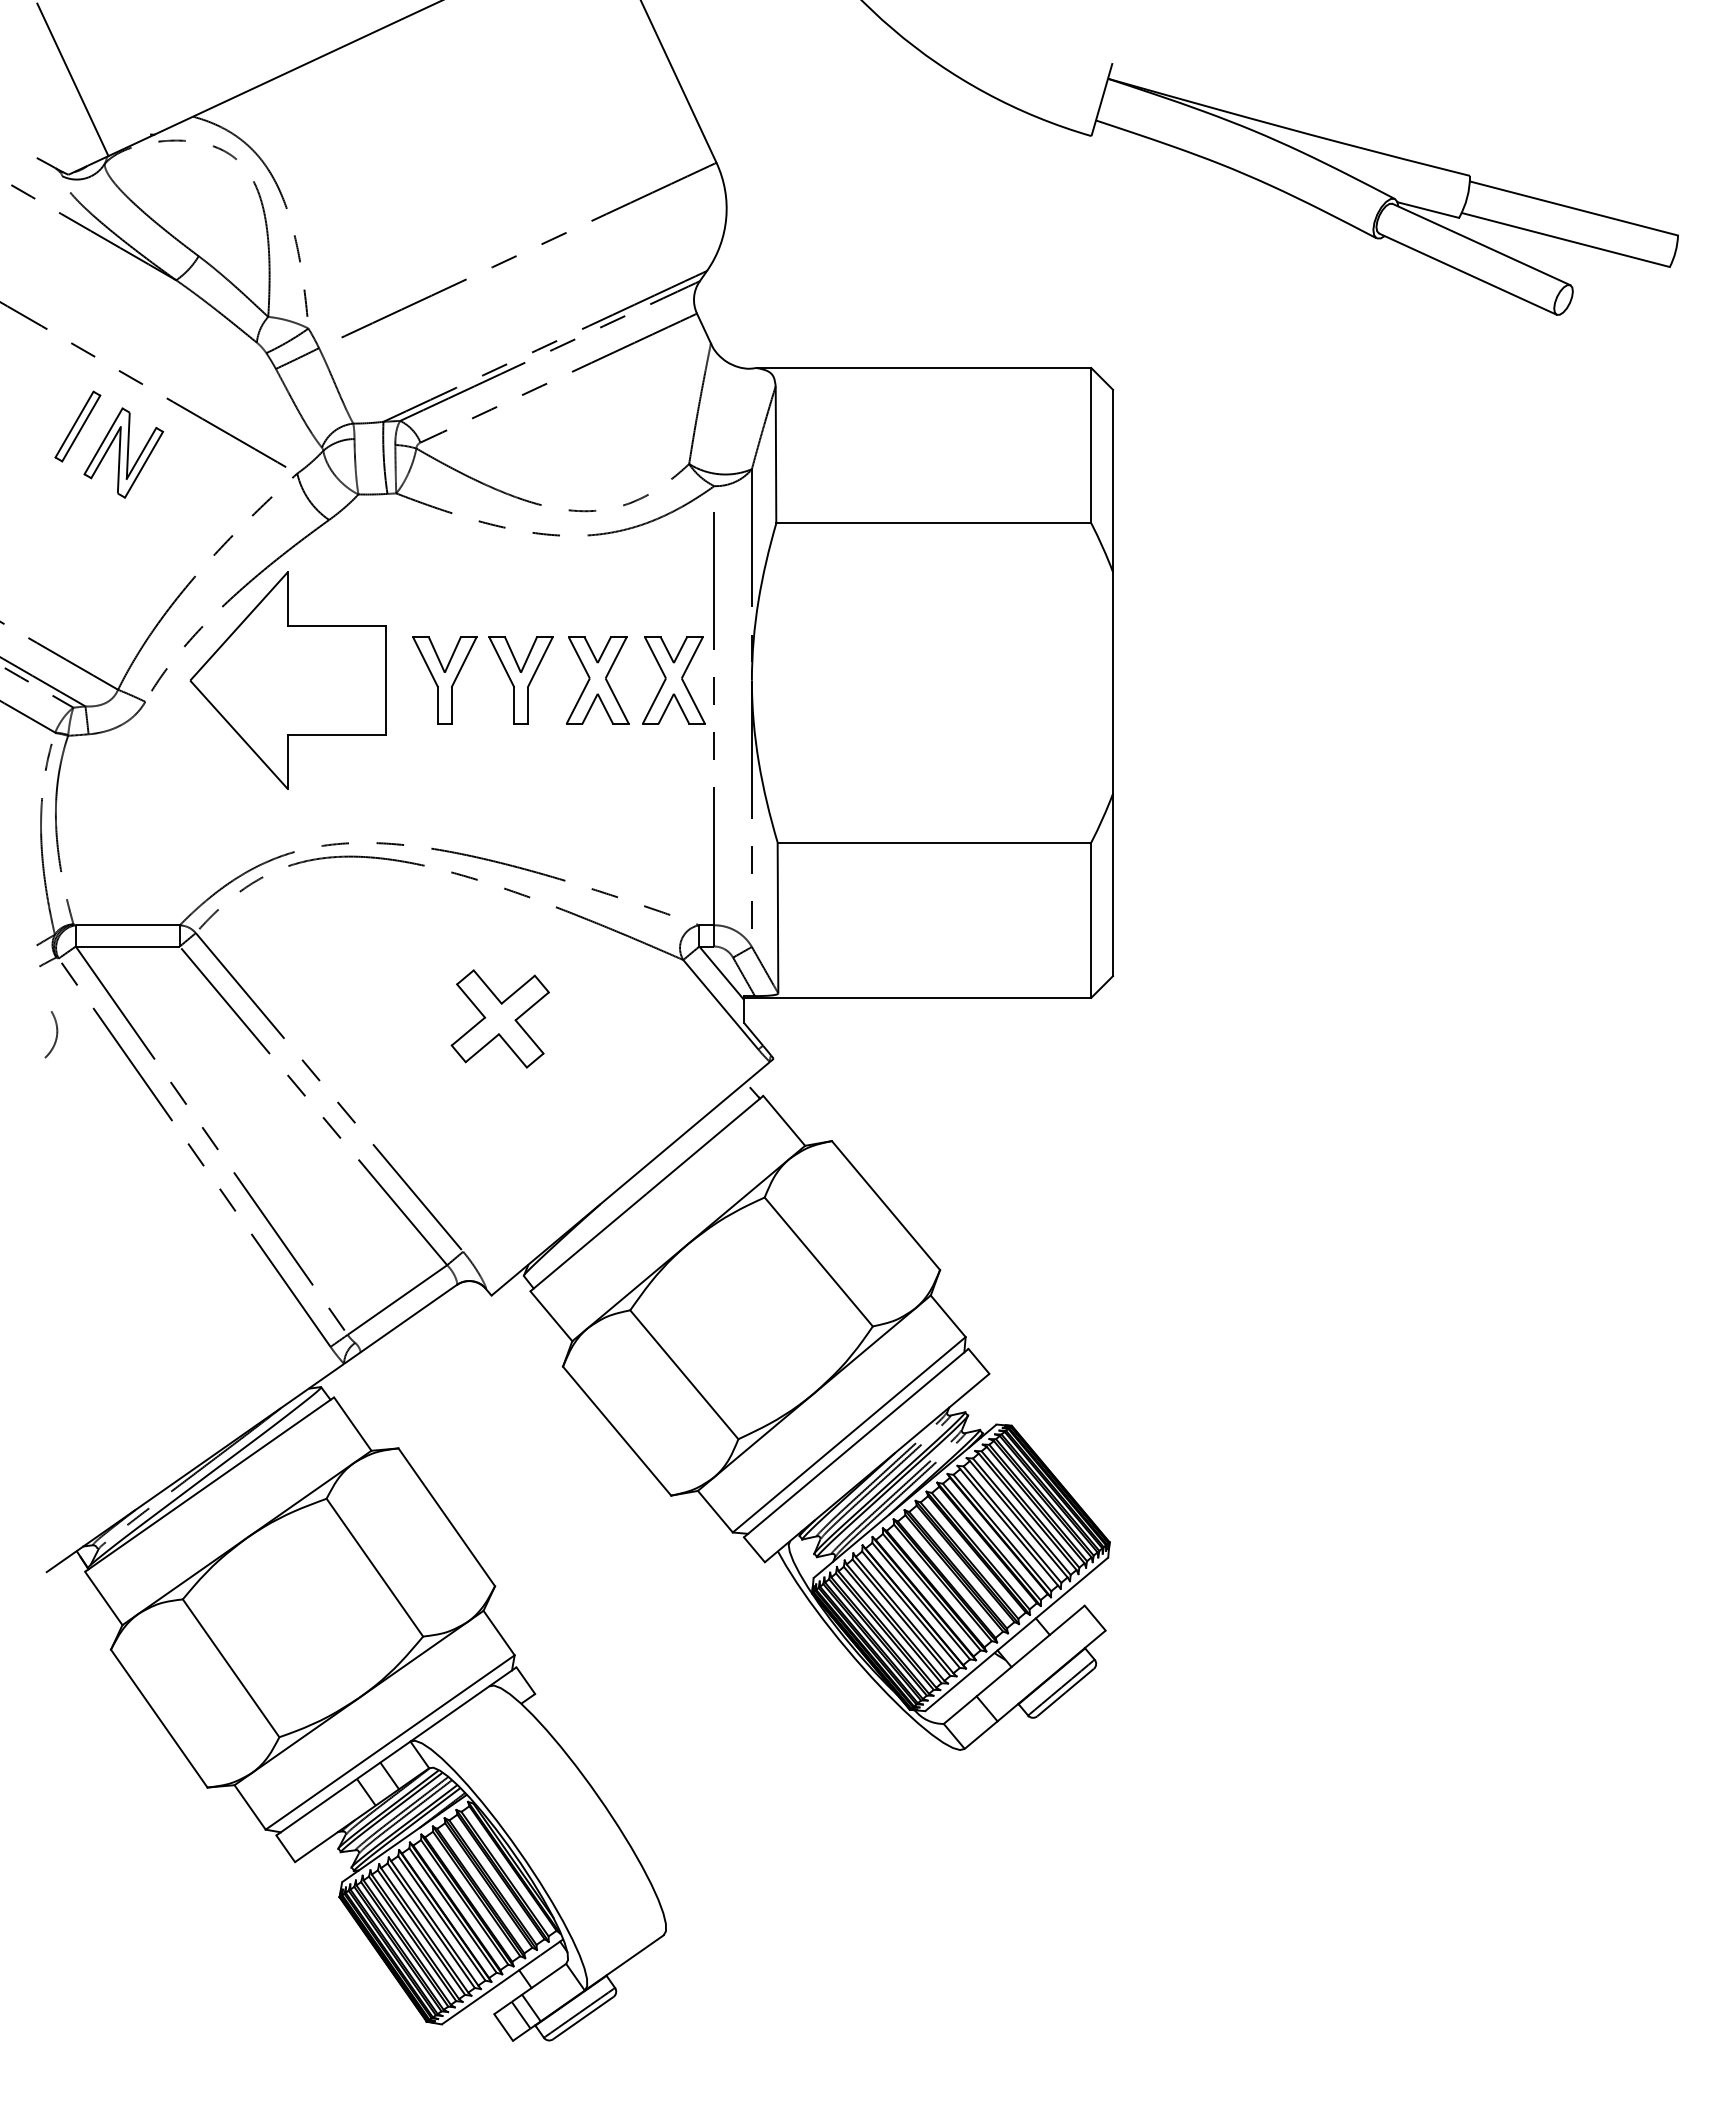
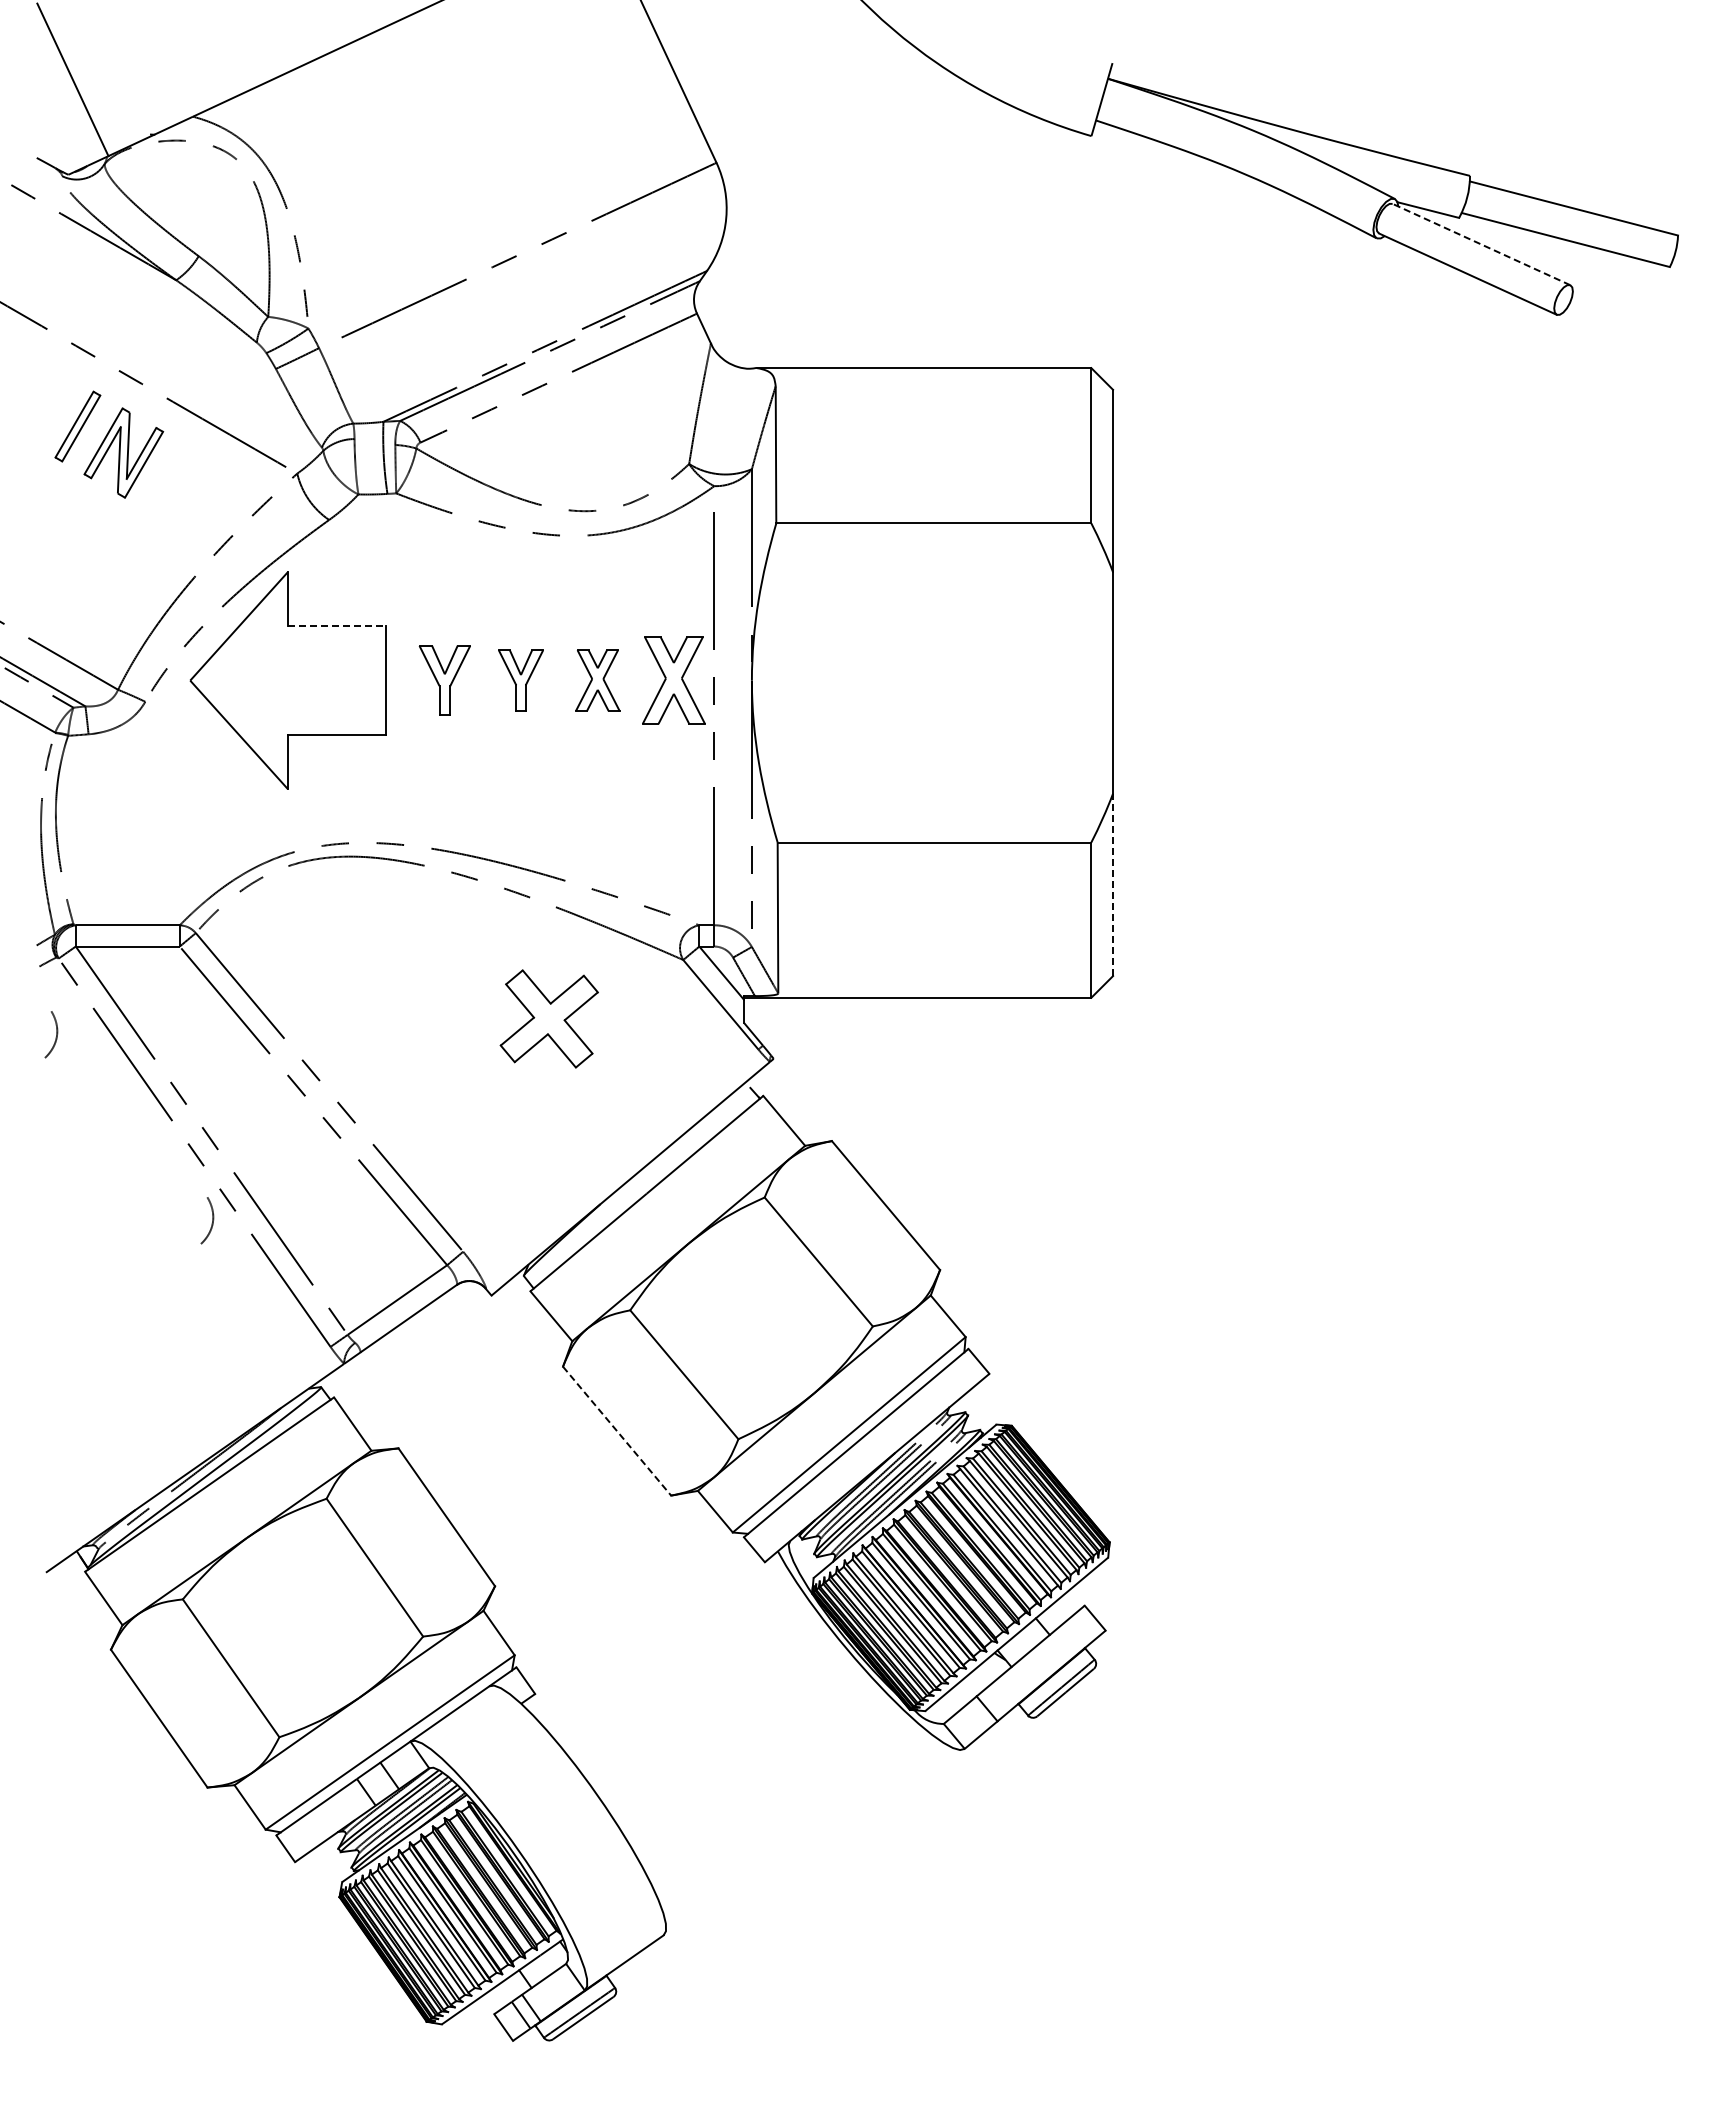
line at (1481, 244): solid -> dashed
line at (336, 626): solid -> dashed
part at (444, 680) size: 66x89 px -> 53x71 px
part at (520, 680) size: 66x89 px -> 46x63 px
part at (597, 680) size: 64x89 px -> 46x63 px
line at (1113, 884): solid -> dashed
part at (499, 1018) position: (499, 1018) -> (548, 1018)
curve at (212, 1220): none -> present
line at (617, 1431): solid -> dashed
